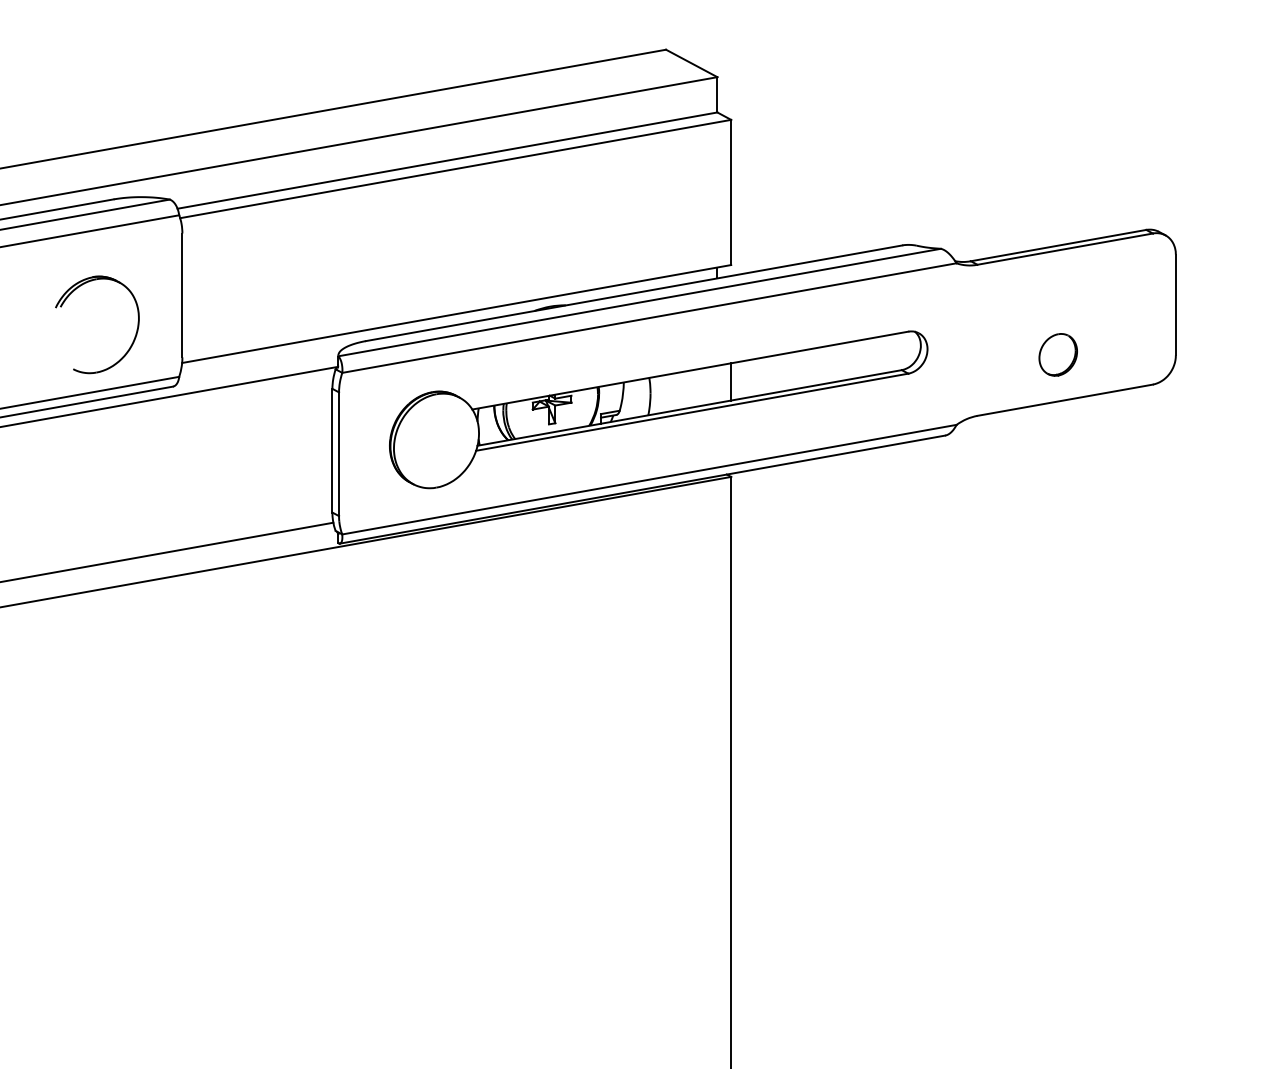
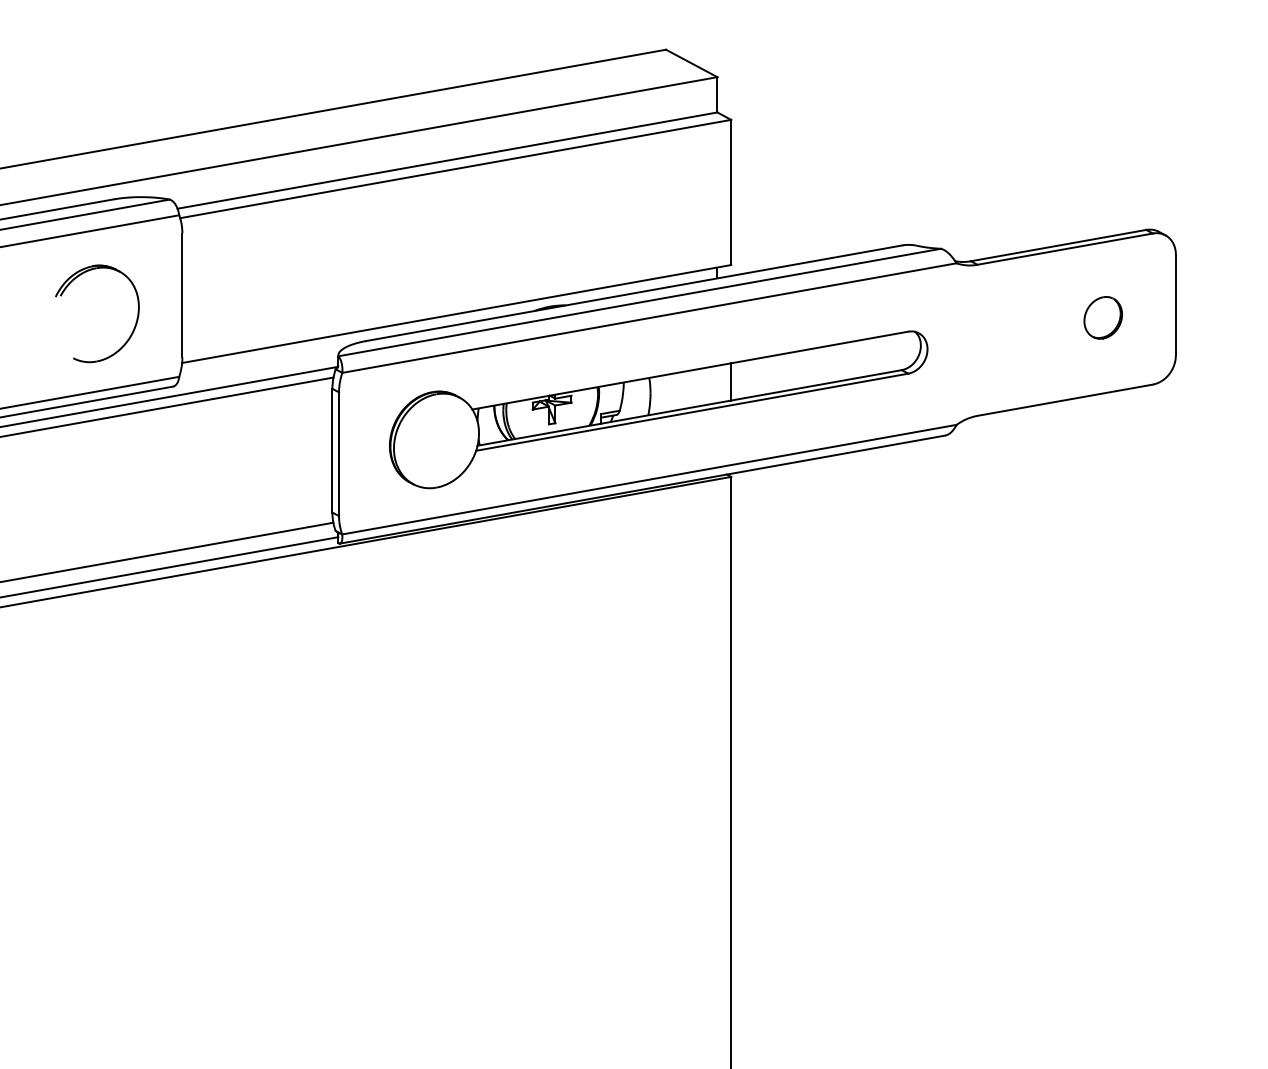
part at (134, 336) position: (134, 336) -> (134, 325)
part at (1057, 354) position: (1057, 354) -> (1102, 317)
line at (167, 406): none -> present
line at (170, 567): none -> present
